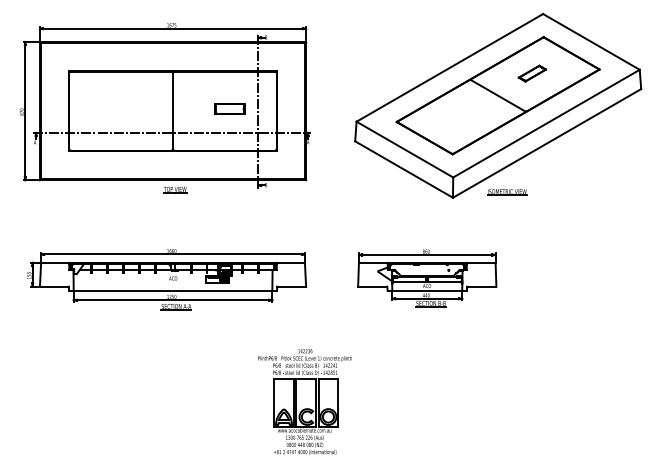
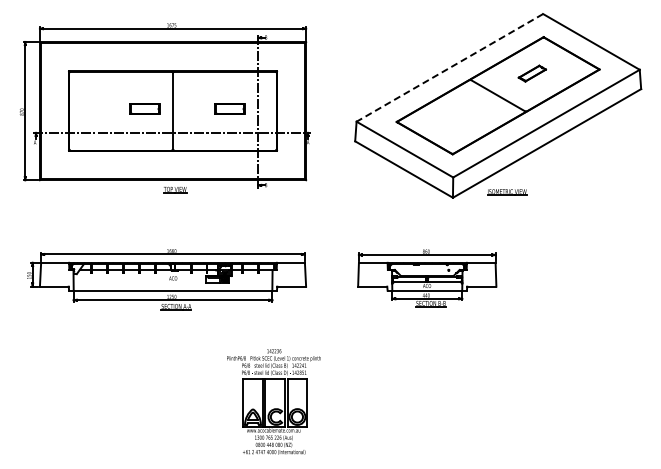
line at (449, 67): solid -> dashed
part at (144, 108): none -> present
hatch at (384, 274): present -> none
part at (304, 401) position: (304, 401) -> (273, 401)
